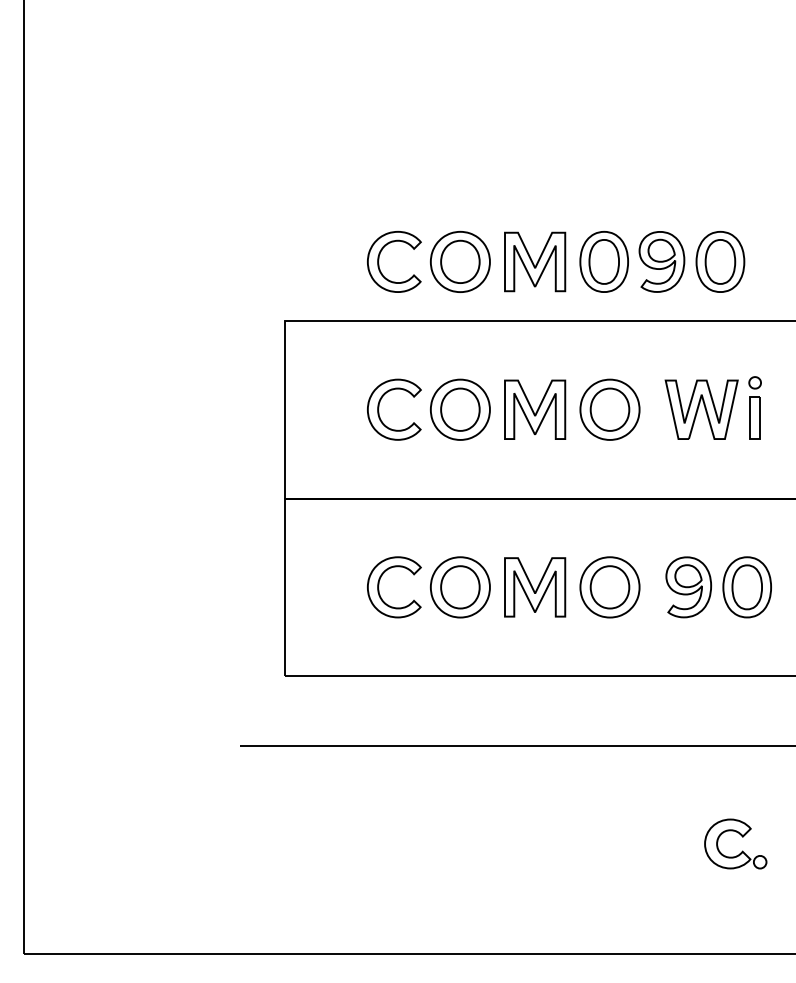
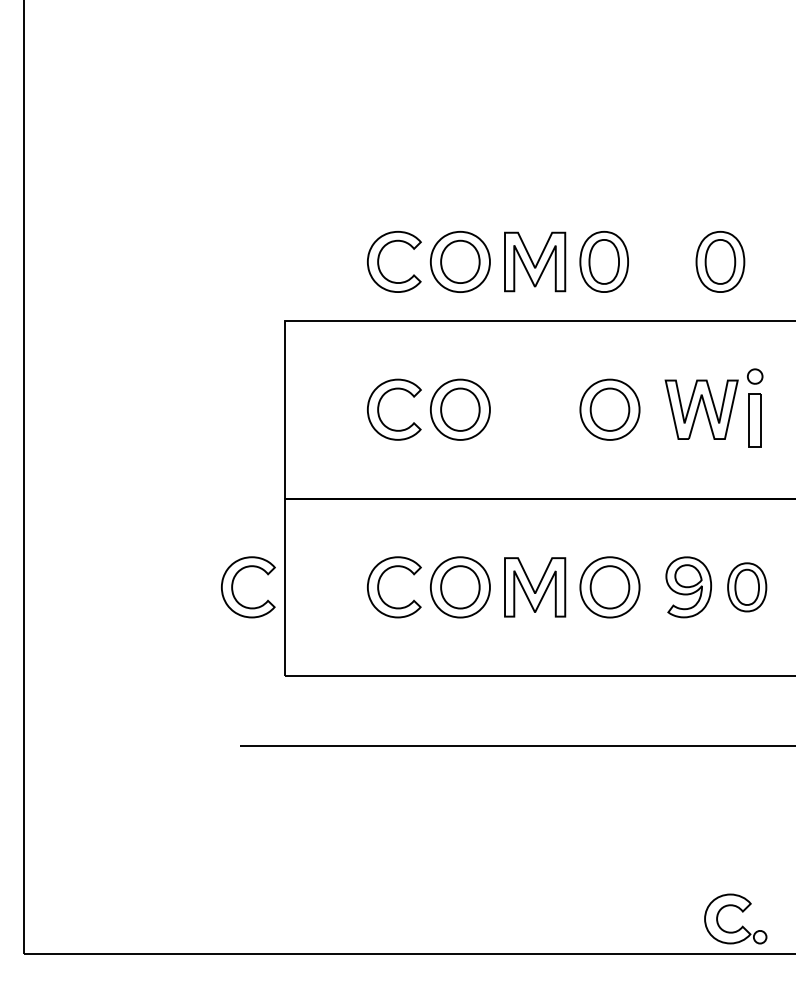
part at (661, 261): present -> none
part at (754, 407) size: 14x64 px -> 17x80 px
part at (535, 409): present -> none
part at (233, 585): none -> present
part at (746, 587) size: 50x63 px -> 41x51 px
part at (741, 836) position: (741, 836) -> (741, 911)
